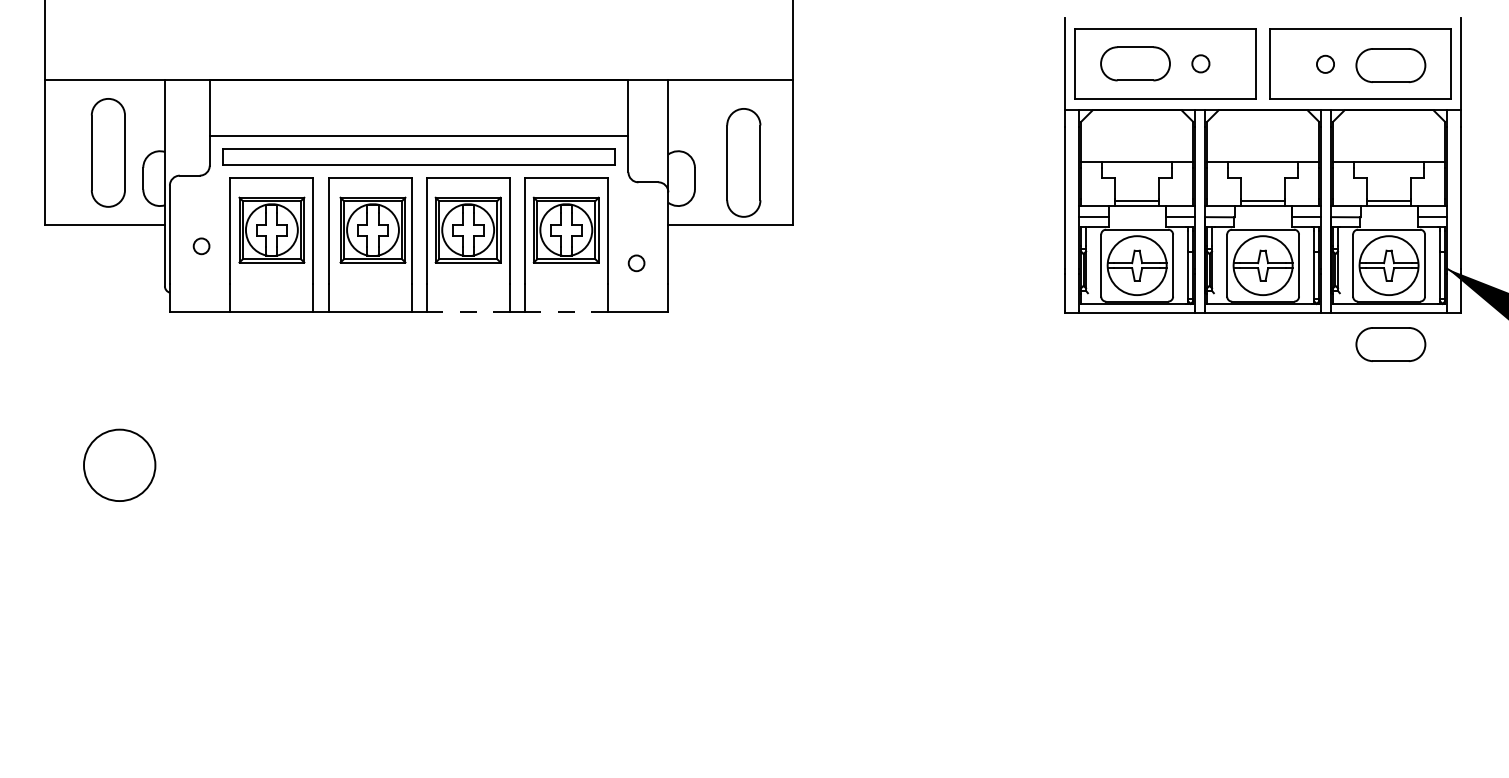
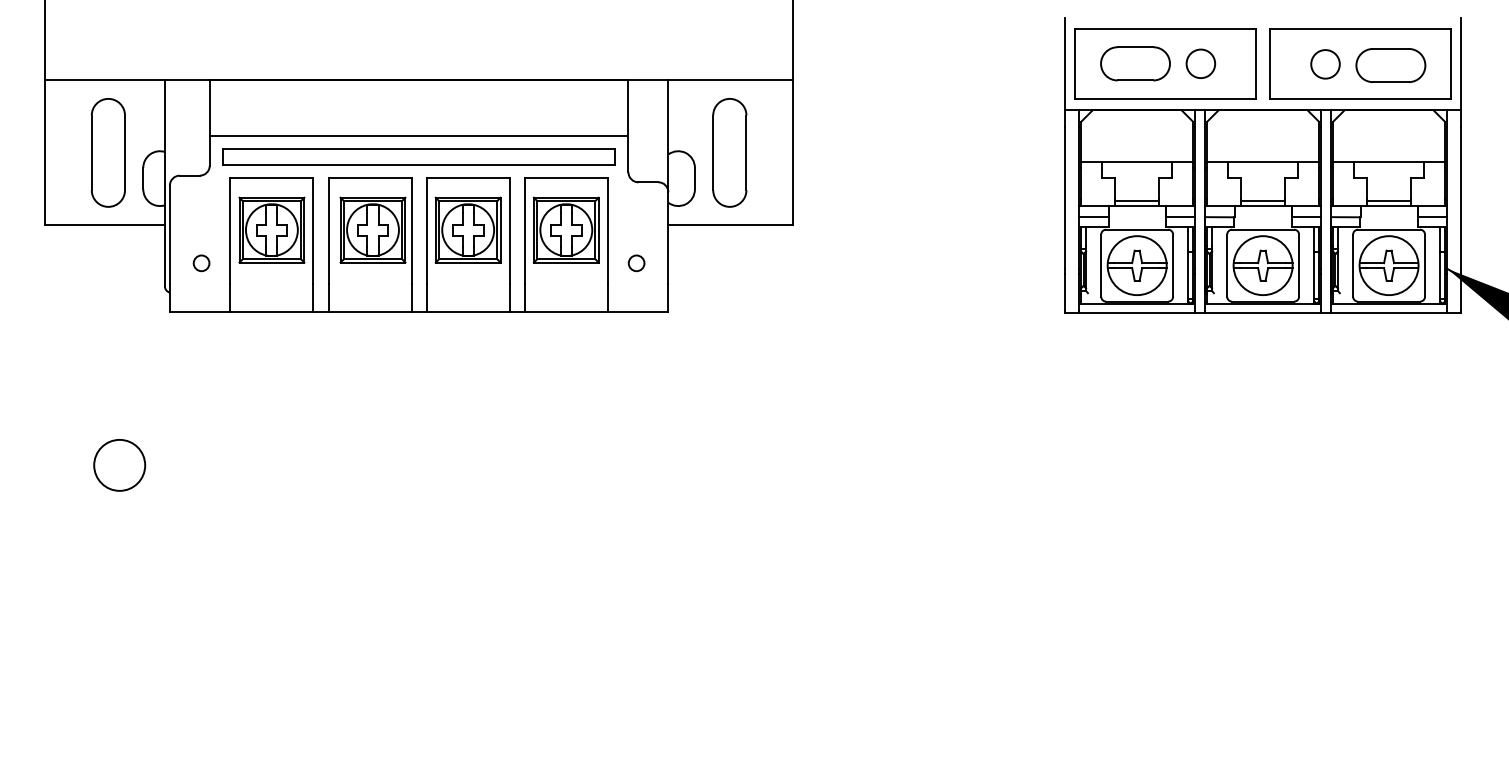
circle at (1200, 63) diameter: 17 px -> 29 px
circle at (1325, 63) diameter: 17 px -> 29 px
part at (743, 162) position: (743, 162) -> (729, 152)
circle at (201, 246) position: (201, 246) -> (201, 263)
line at (468, 312): dashed -> solid
line at (566, 312): dashed -> solid
part at (1390, 344): present -> none
circle at (119, 465) diameter: 71 px -> 51 px
